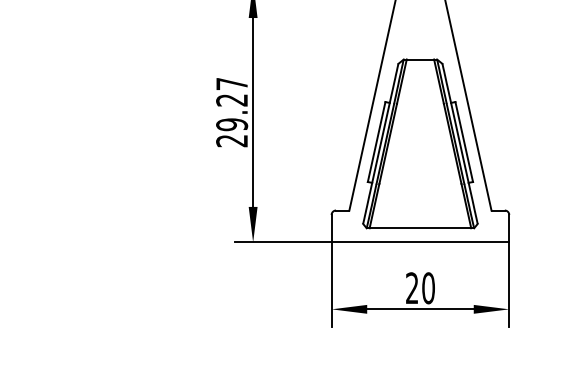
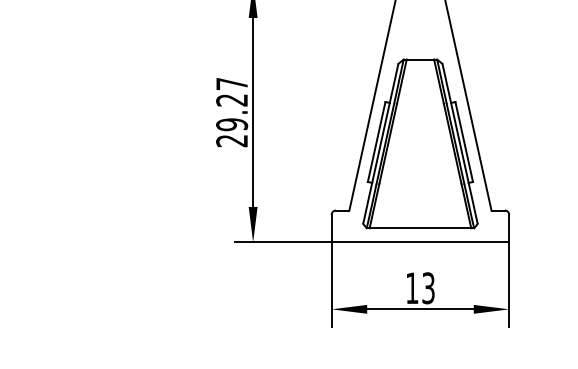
text at (420, 288): 20 -> 13
